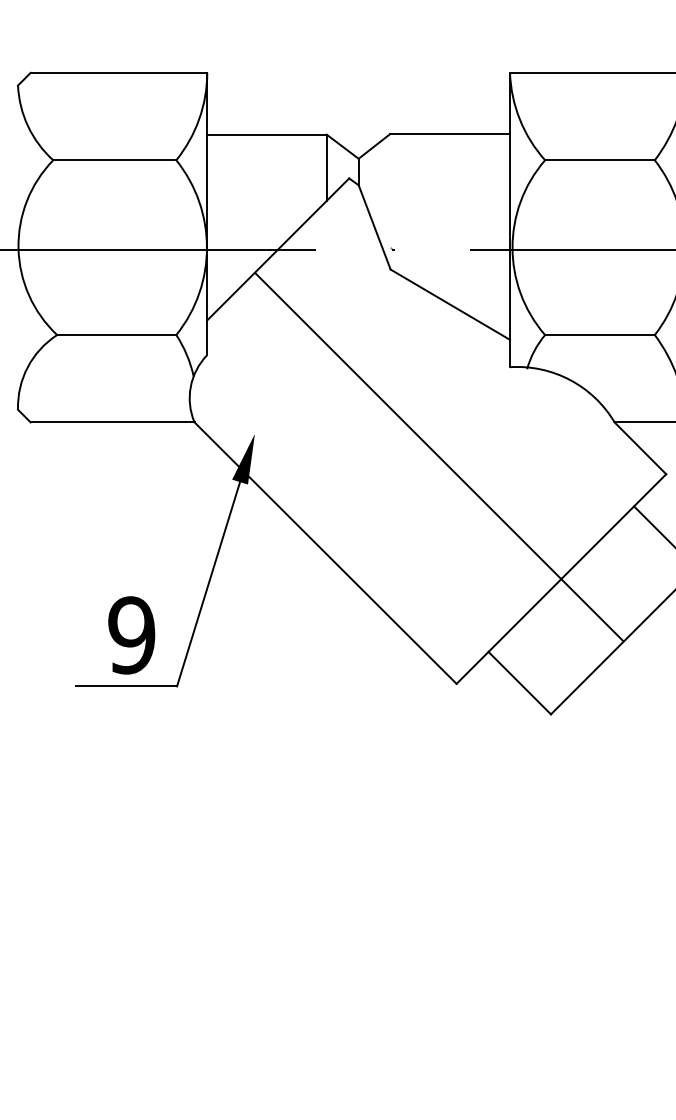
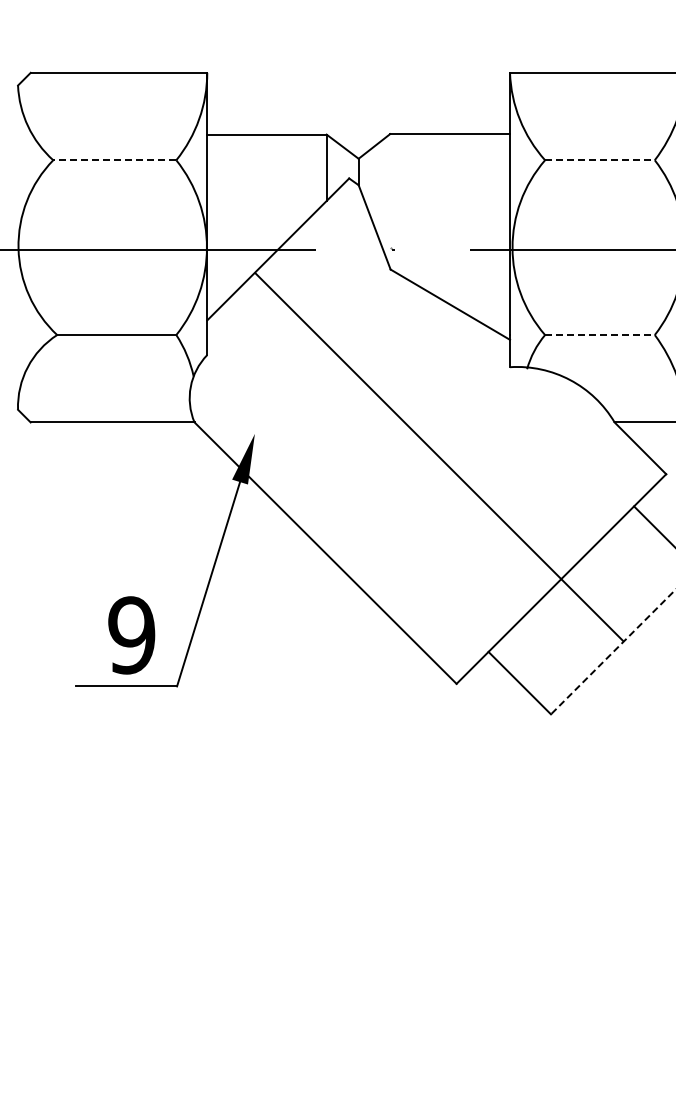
line at (114, 160): solid -> dashed
line at (599, 160): solid -> dashed
line at (599, 335): solid -> dashed
line at (613, 652): solid -> dashed
